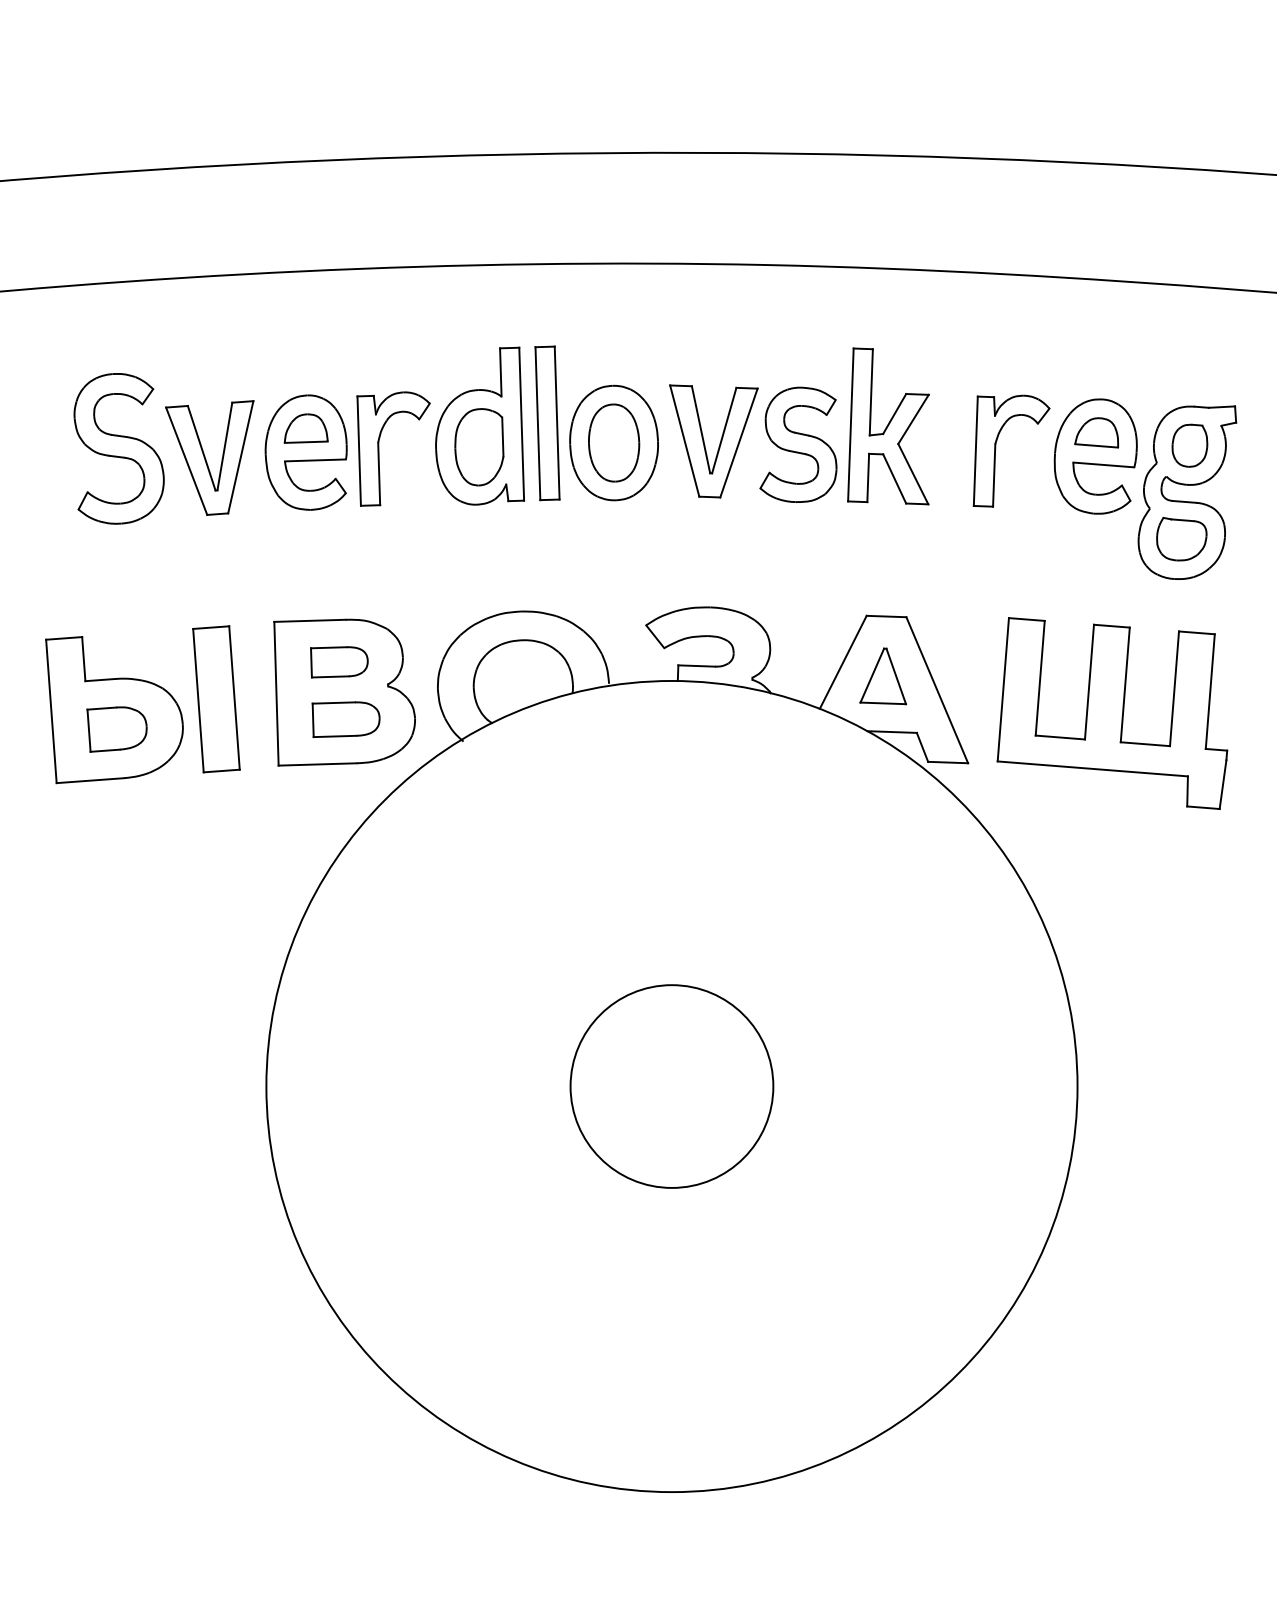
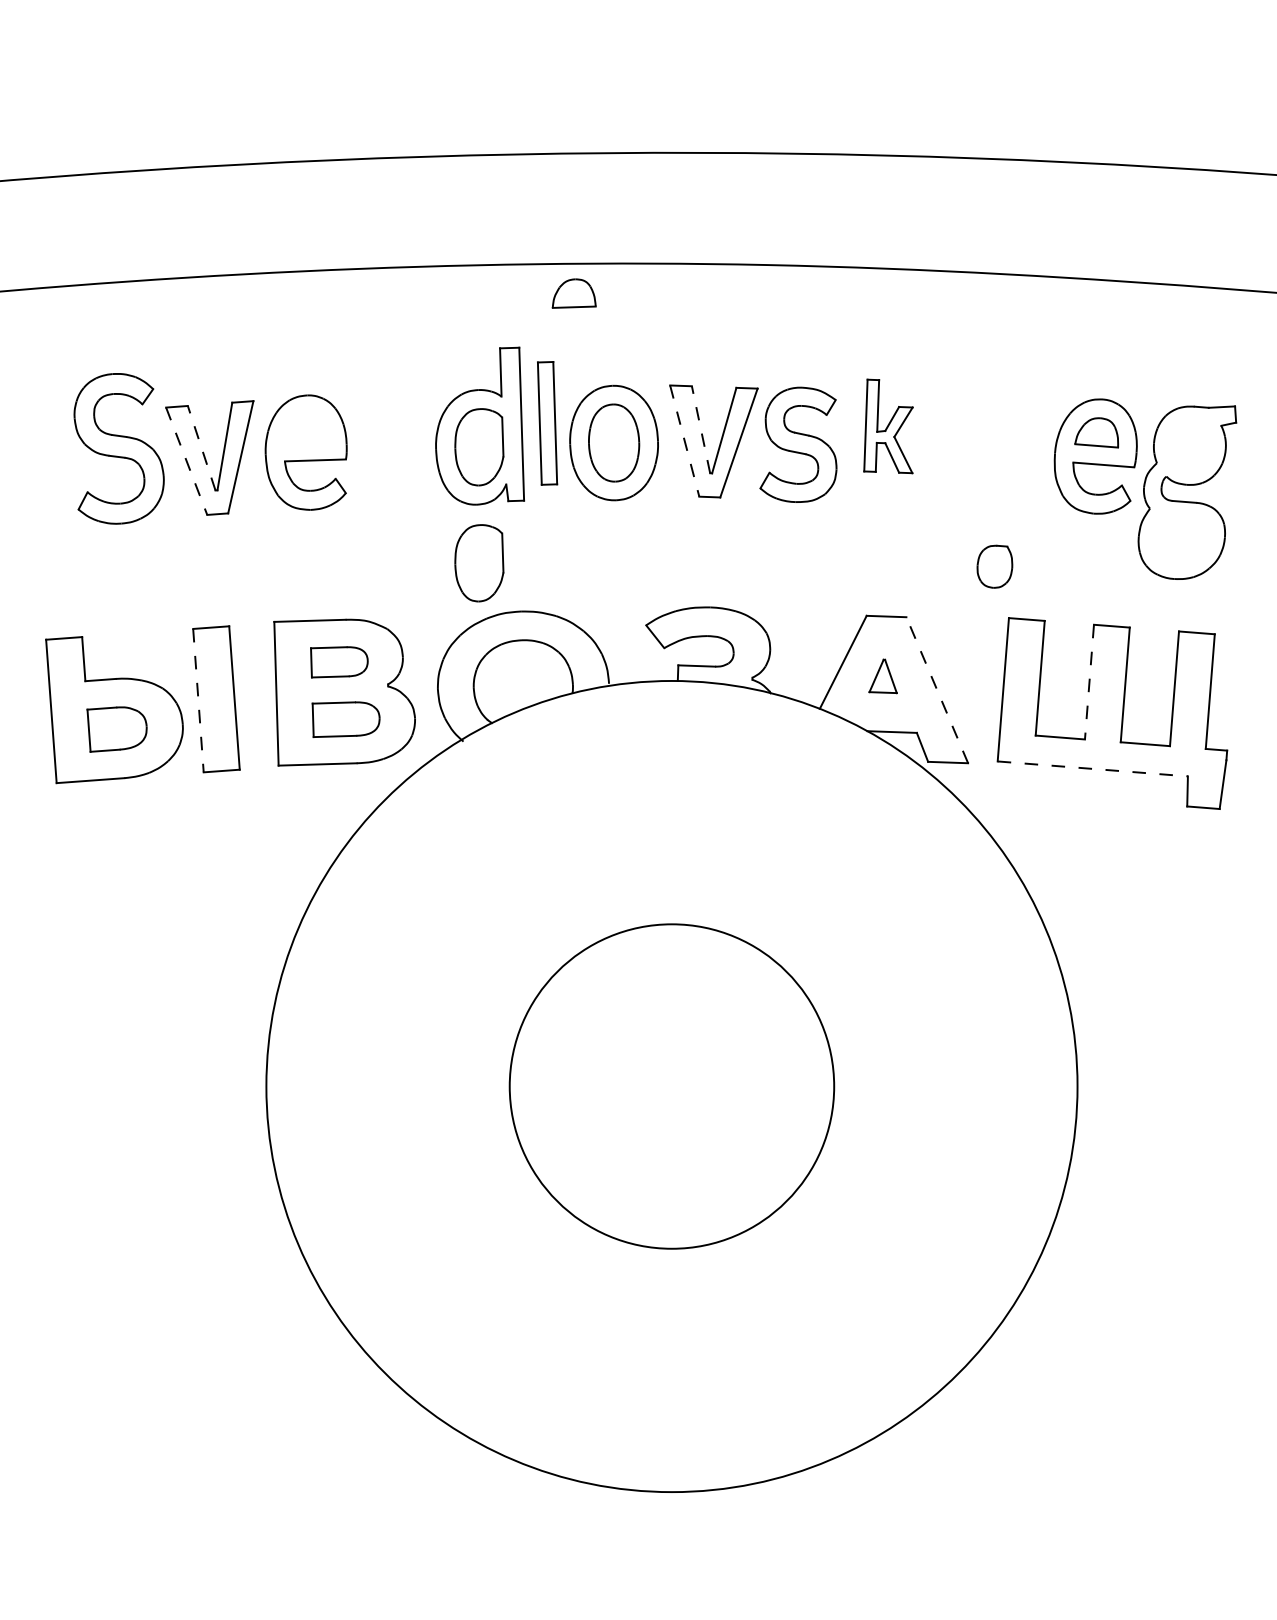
part at (547, 423) size: 27x157 px -> 22x125 px
part at (888, 426) size: 83x159 px -> 51x97 px
part at (305, 428) position: (305, 428) -> (573, 293)
line at (700, 429): solid -> dashed
line at (684, 441): solid -> dashed
part at (1189, 445) position: (1189, 445) -> (994, 566)
line at (201, 447): solid -> dashed
part at (379, 448): present -> none
part at (996, 448): present -> none
line at (186, 461): solid -> dashed
part at (1181, 539): present -> none
part at (479, 563): none -> present
part at (882, 676) size: 48x59 px -> 30x37 px
line at (1089, 682): solid -> dashed
line at (937, 689): solid -> dashed
line at (198, 700): solid -> dashed
line at (1093, 768): solid -> dashed
circle at (671, 1086) diameter: 203 px -> 324 px
